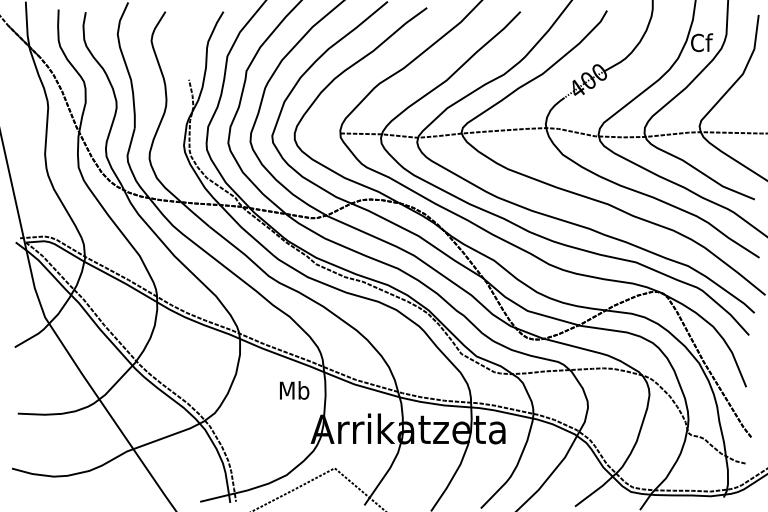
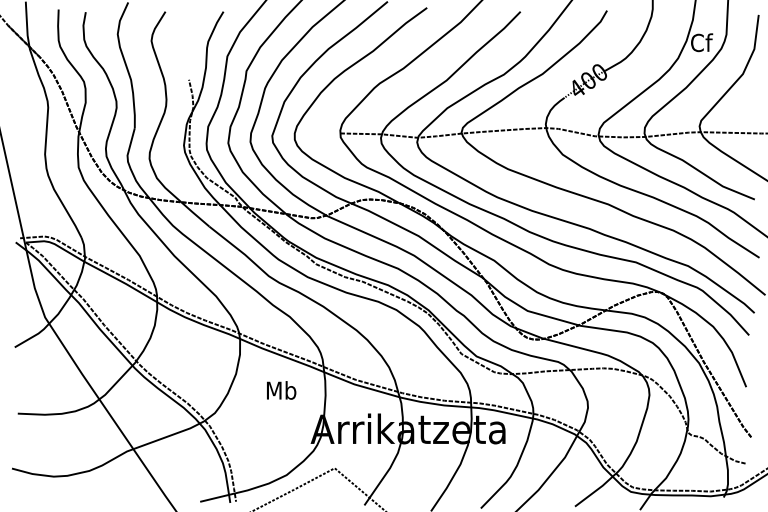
text at (294, 390) position: (294, 390) -> (281, 390)
